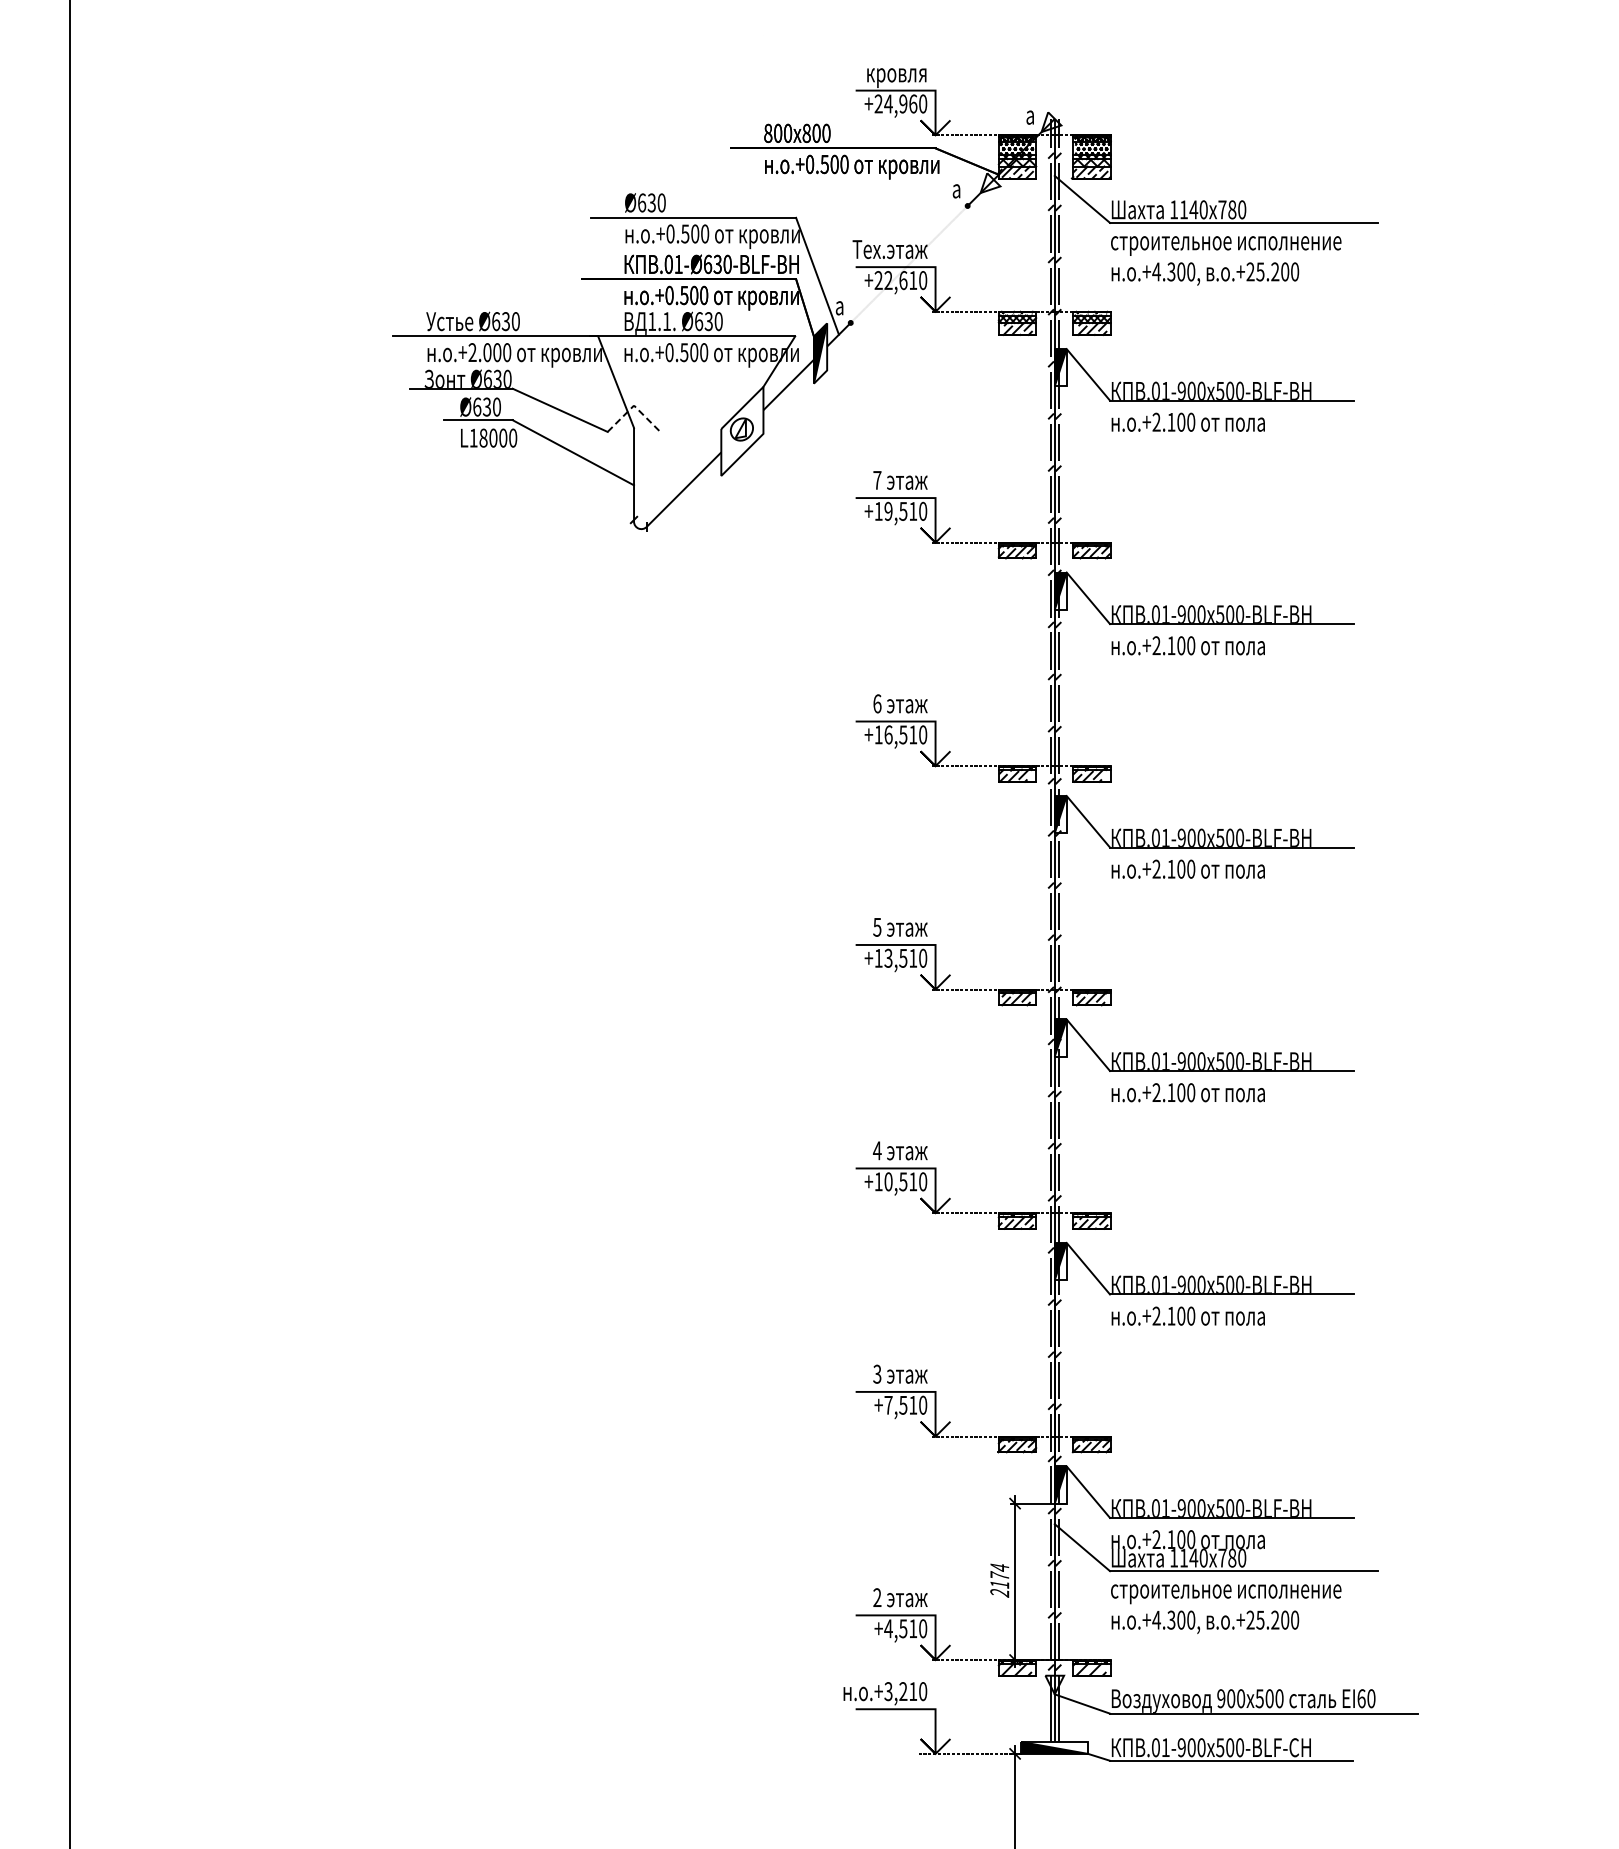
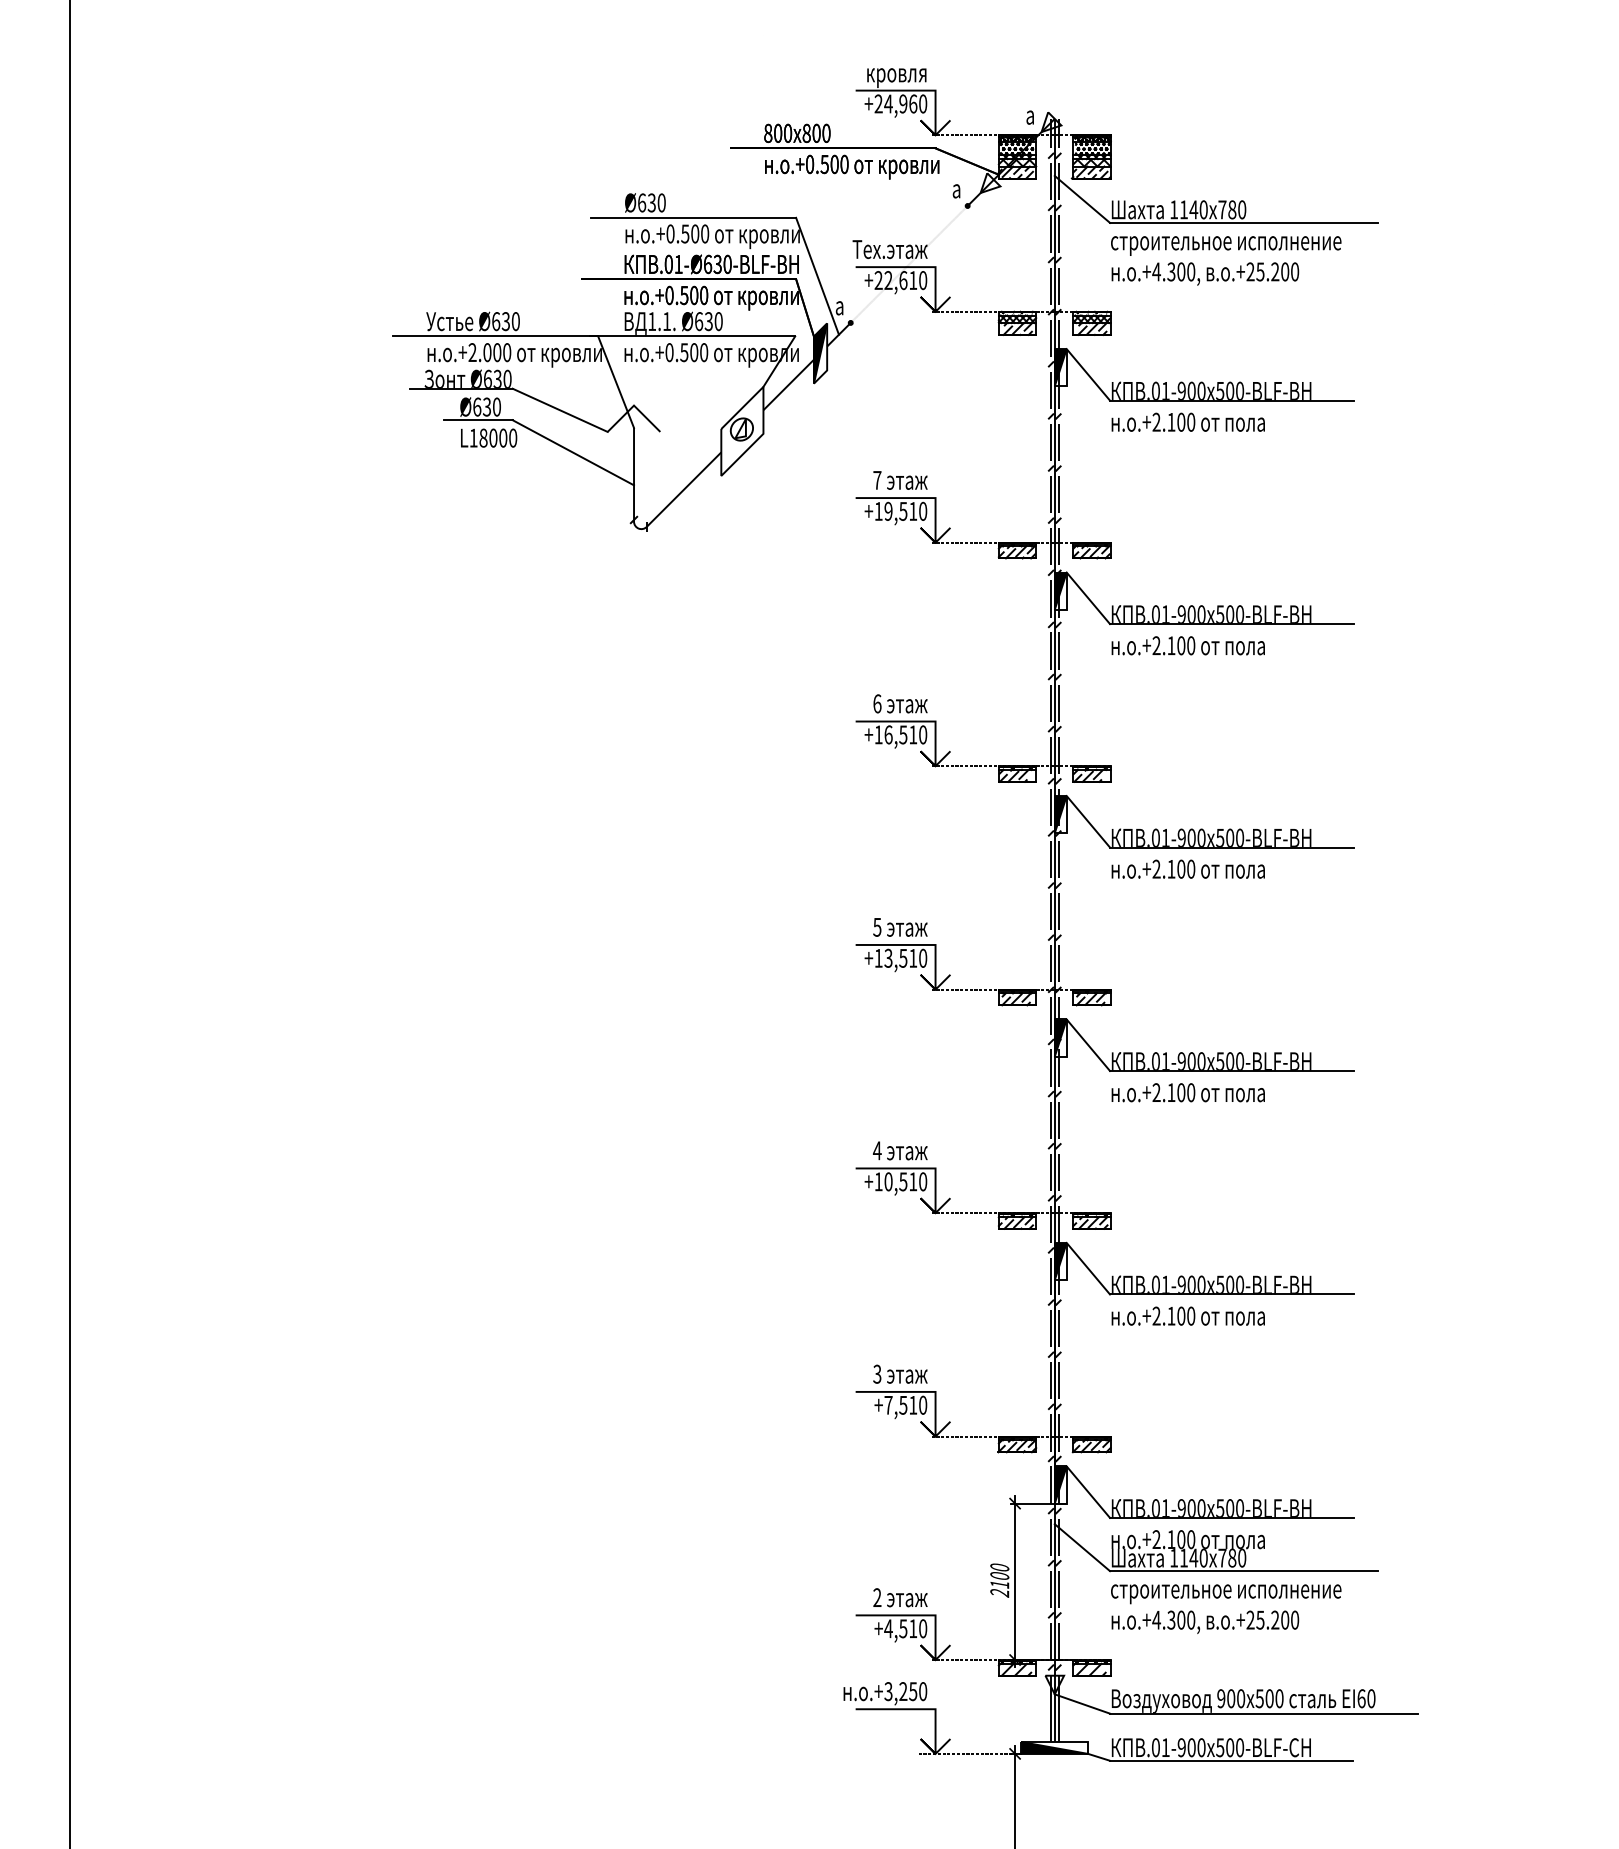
line at (634, 405): dashed -> solid
text at (999, 1571): 2174 -> 2100
text at (913, 1691): .+3,210 -> .+3,250
